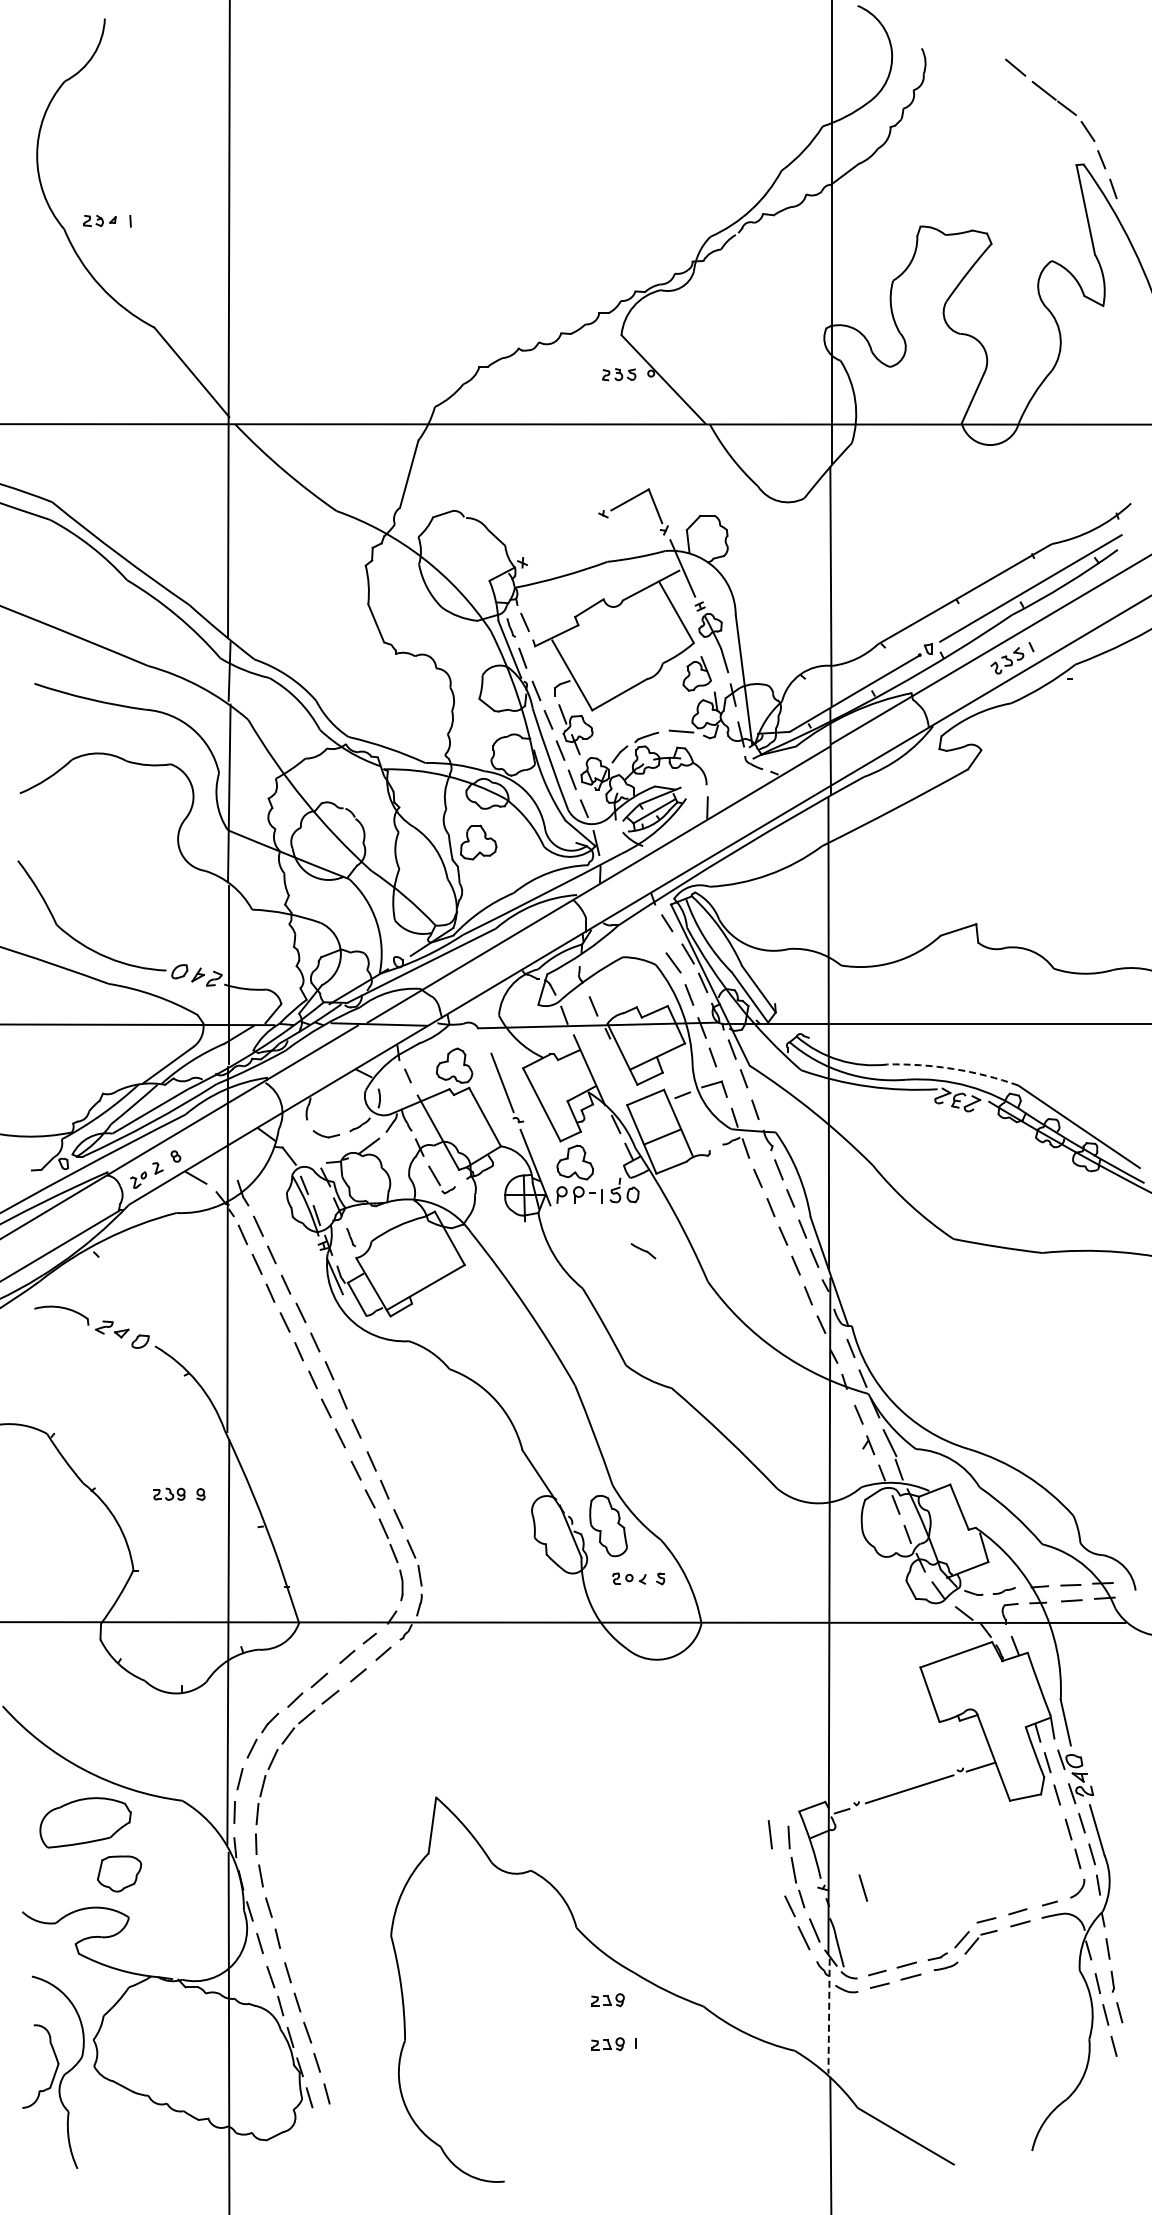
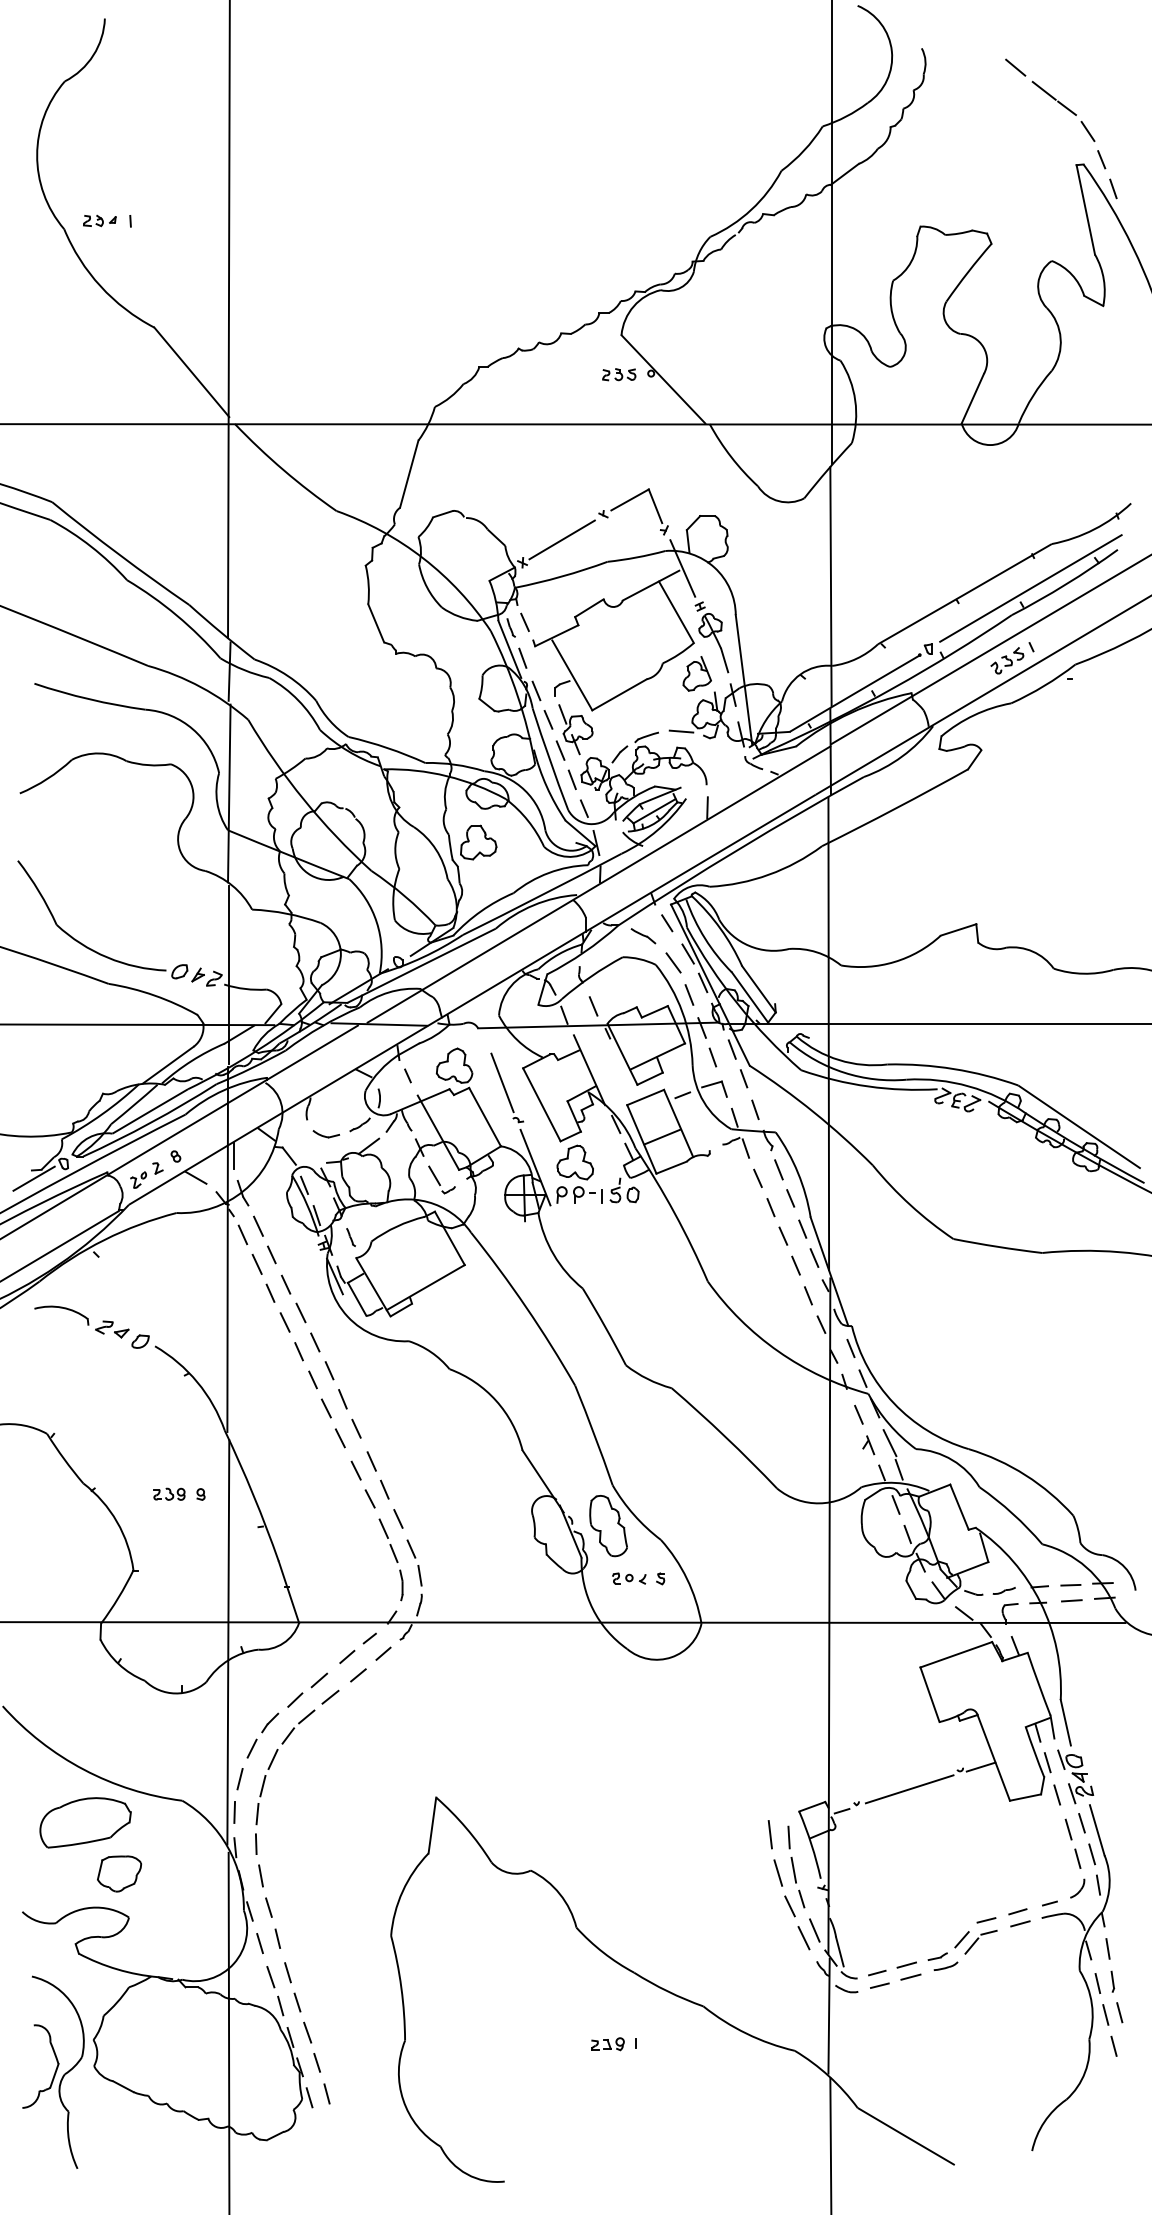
line at (561, 539): none -> present
arc at (953, 1069): dashed -> solid
line at (234, 1155): none -> present
line at (33, 1178): none -> present
part at (643, 1251) position: (643, 1251) -> (643, 936)
line at (863, 1887) position: (863, 1887) -> (778, 1872)
part at (607, 2000): present -> none
line at (829, 2016): dashed -> solid
